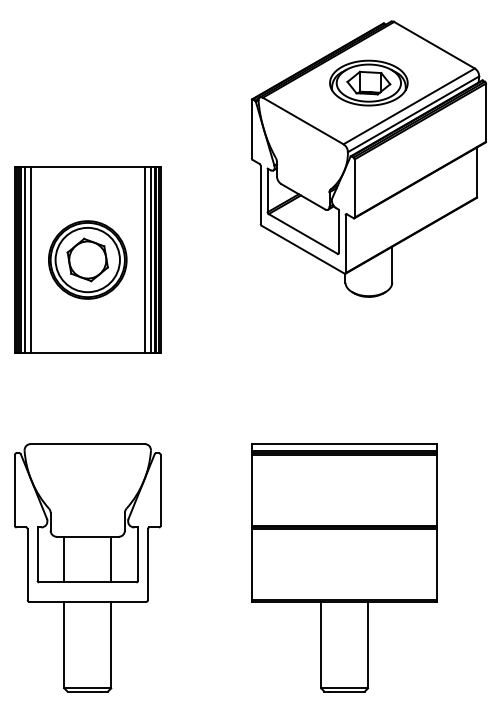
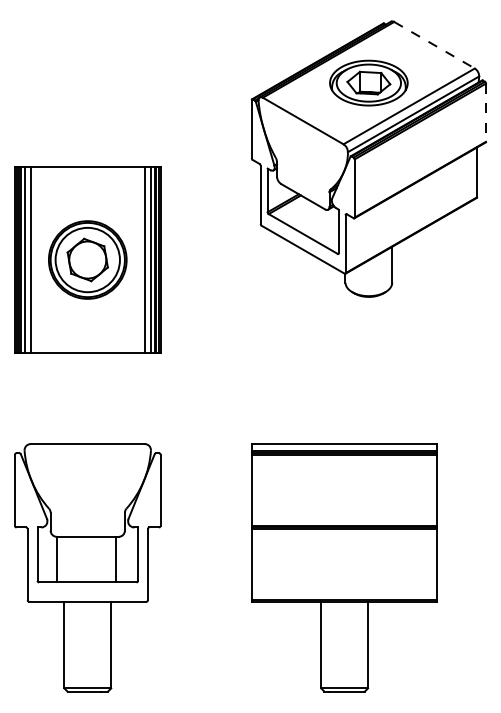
line at (434, 45): solid -> dashed
line at (485, 113): solid -> dashed
line at (64, 559) position: (64, 559) -> (57, 559)
line at (111, 559) position: (111, 559) -> (116, 559)
